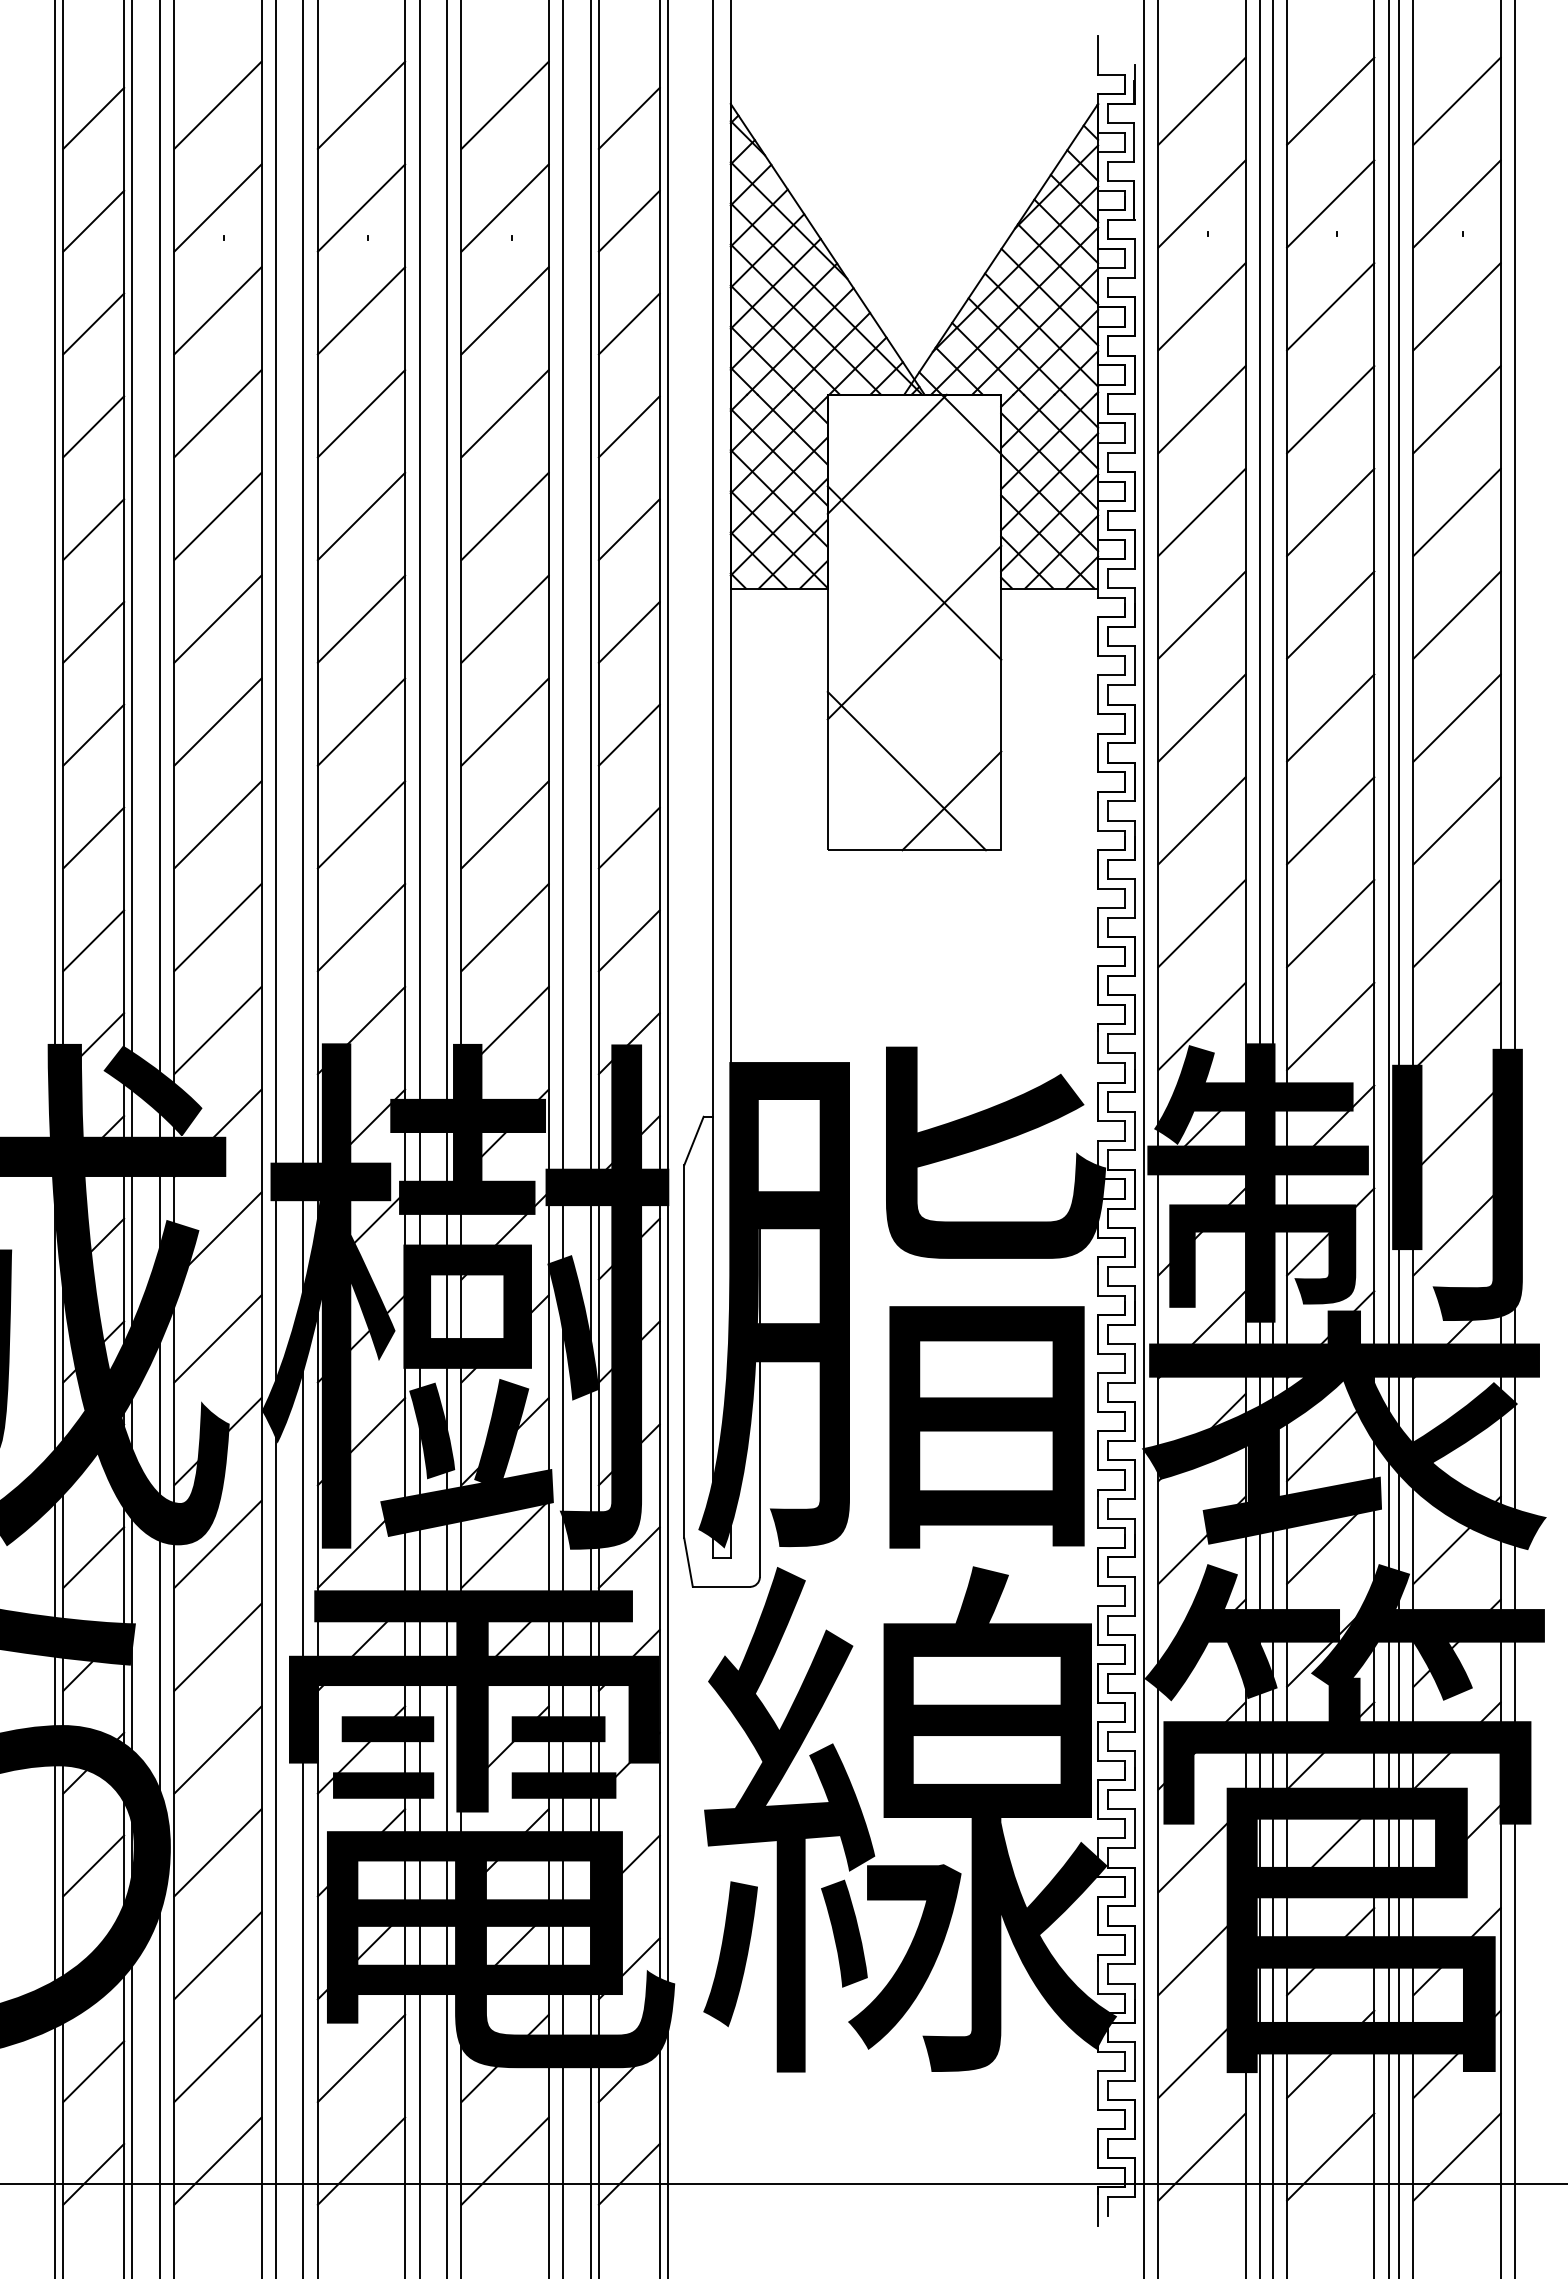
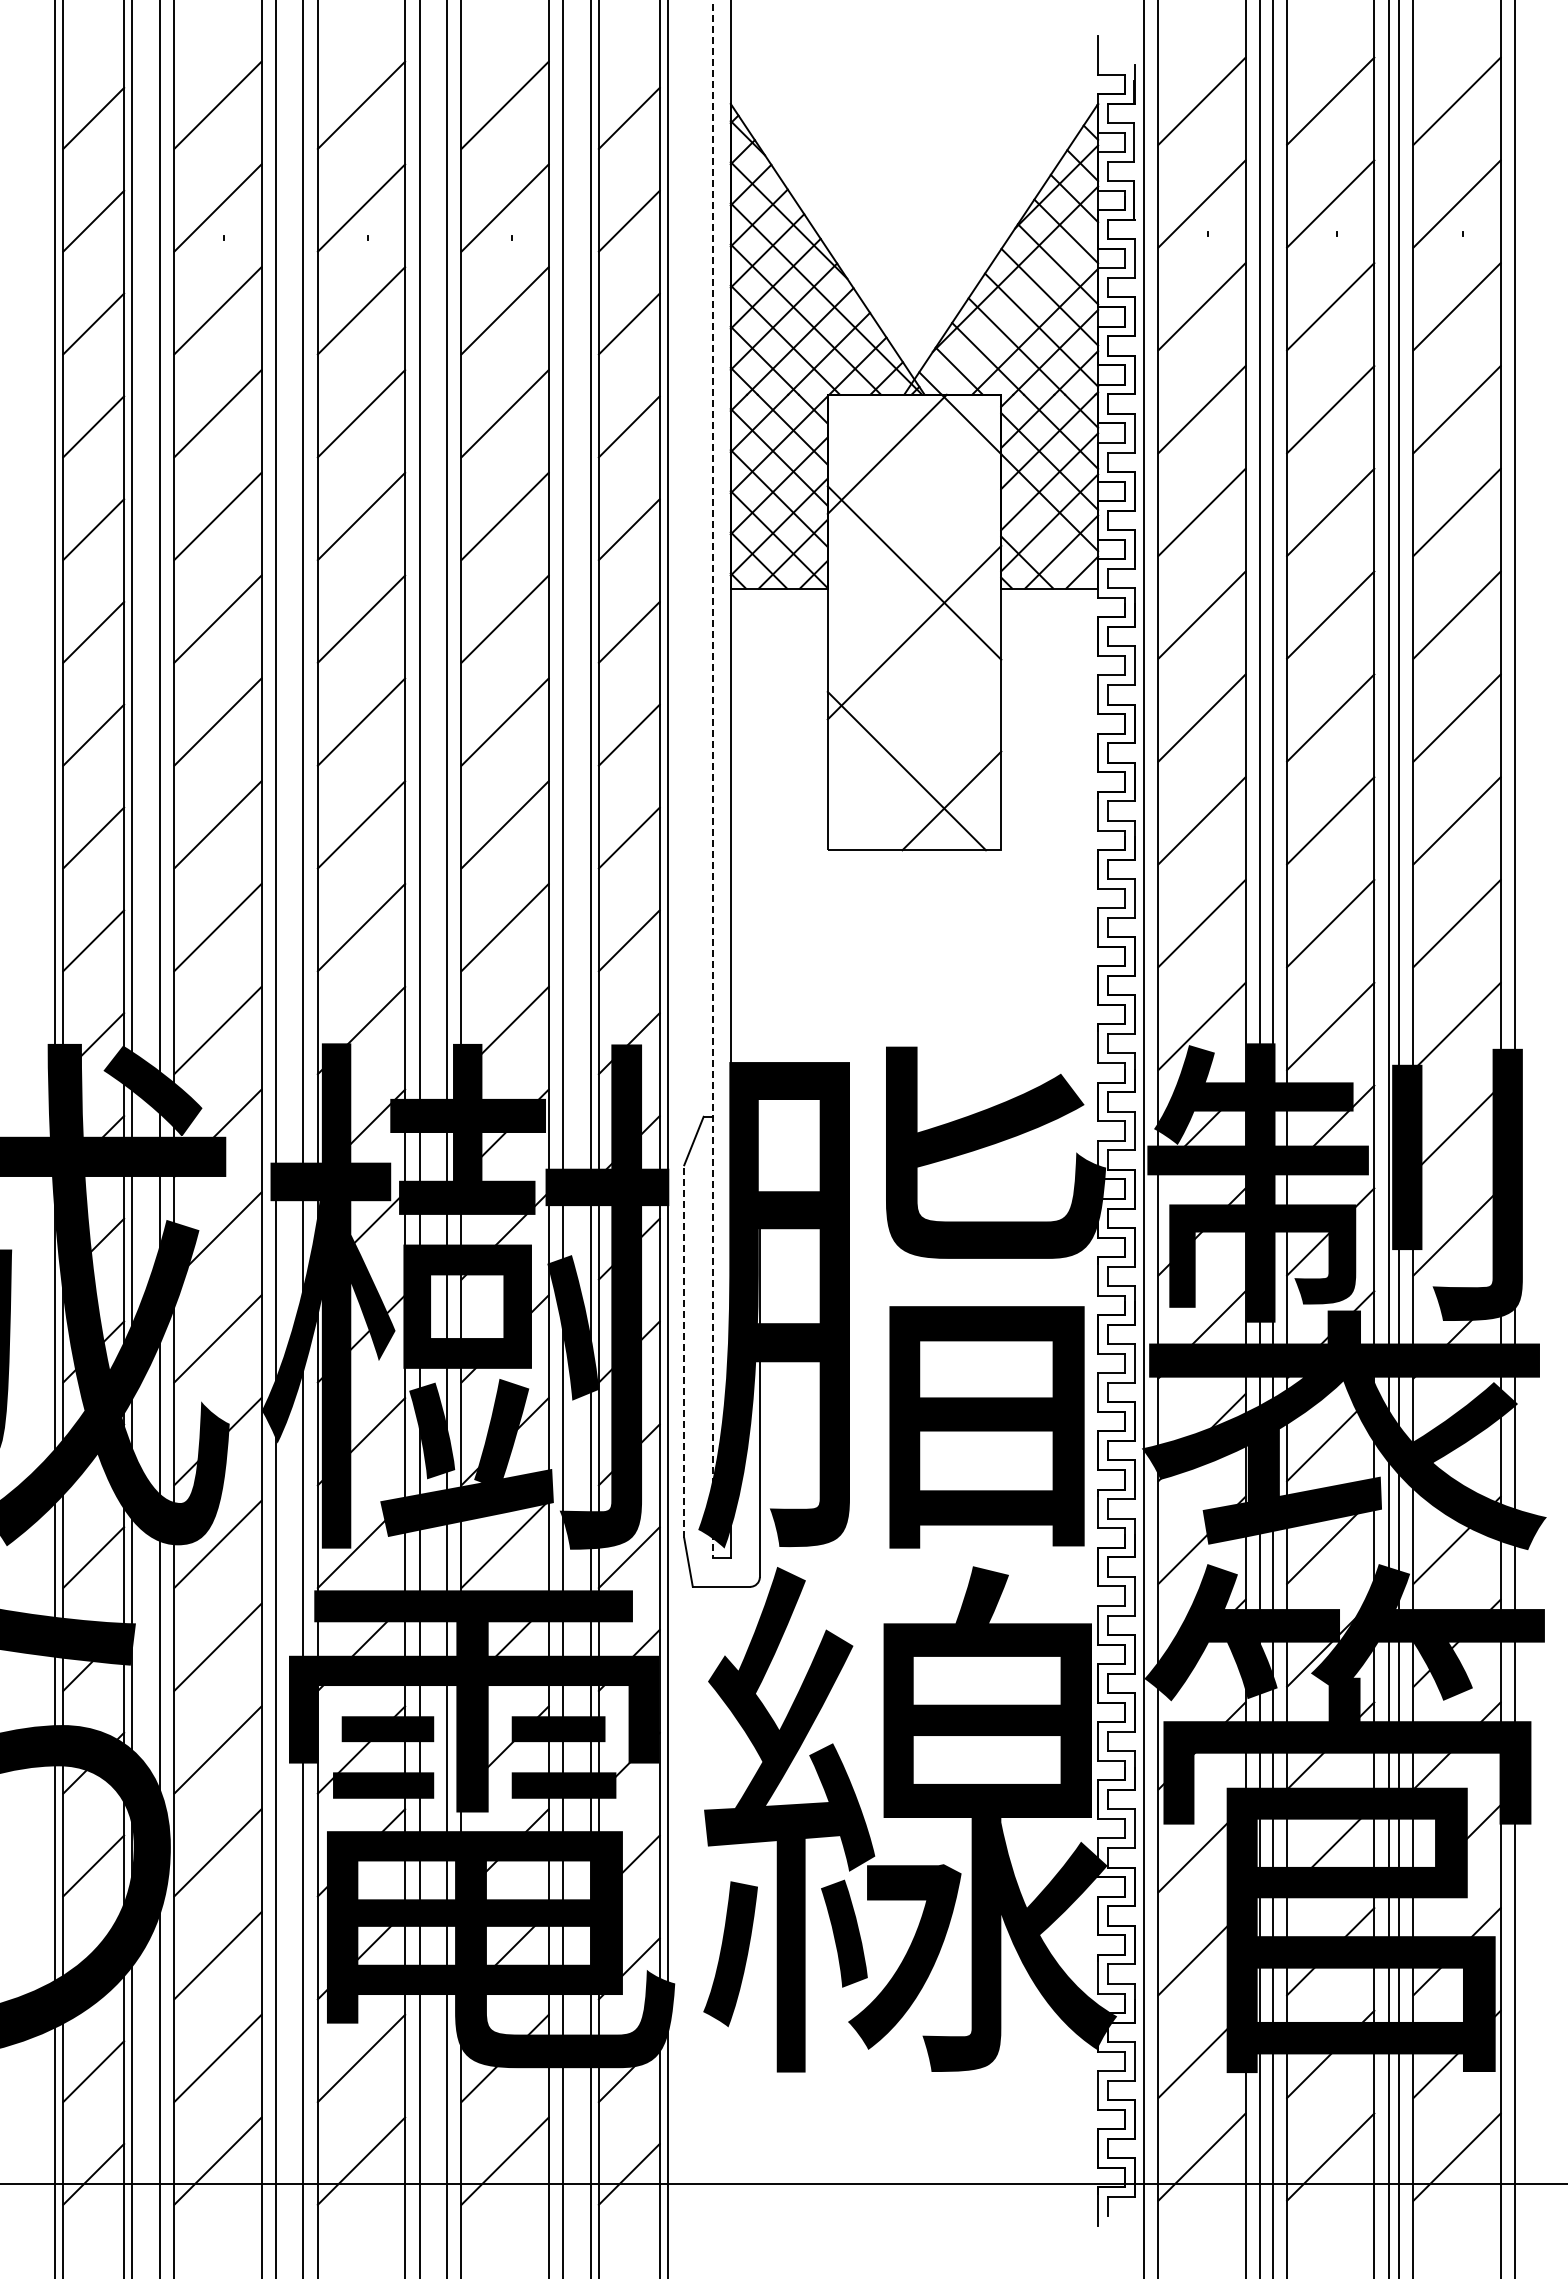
line at (1014, 310): present -> none
line at (1047, 541): present -> none
line at (713, 779): solid -> dashed
line at (684, 1351): solid -> dashed
